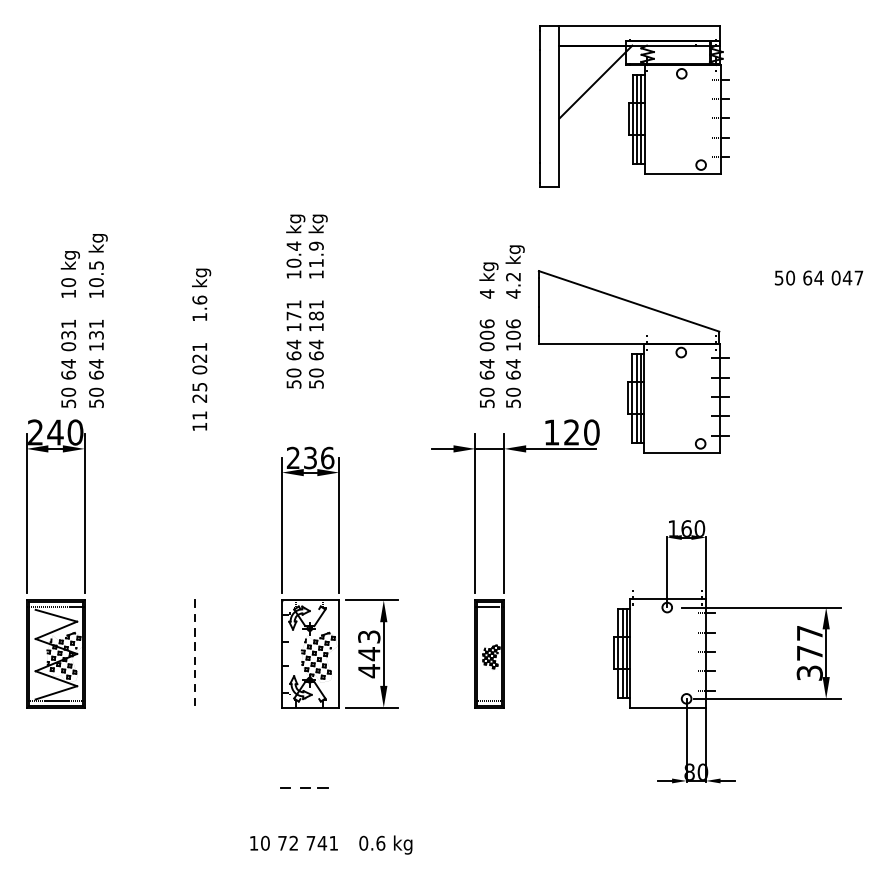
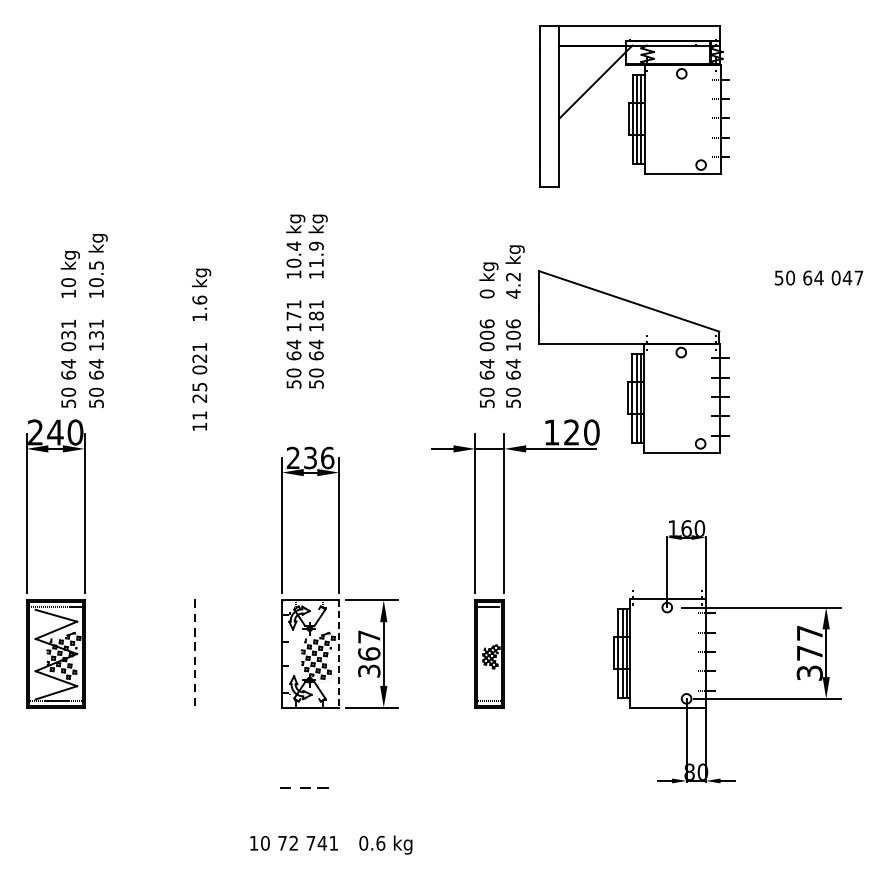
text at (486, 293): 4 -> 0
line at (339, 654): solid -> dashed
text at (369, 654): 443 -> 367
